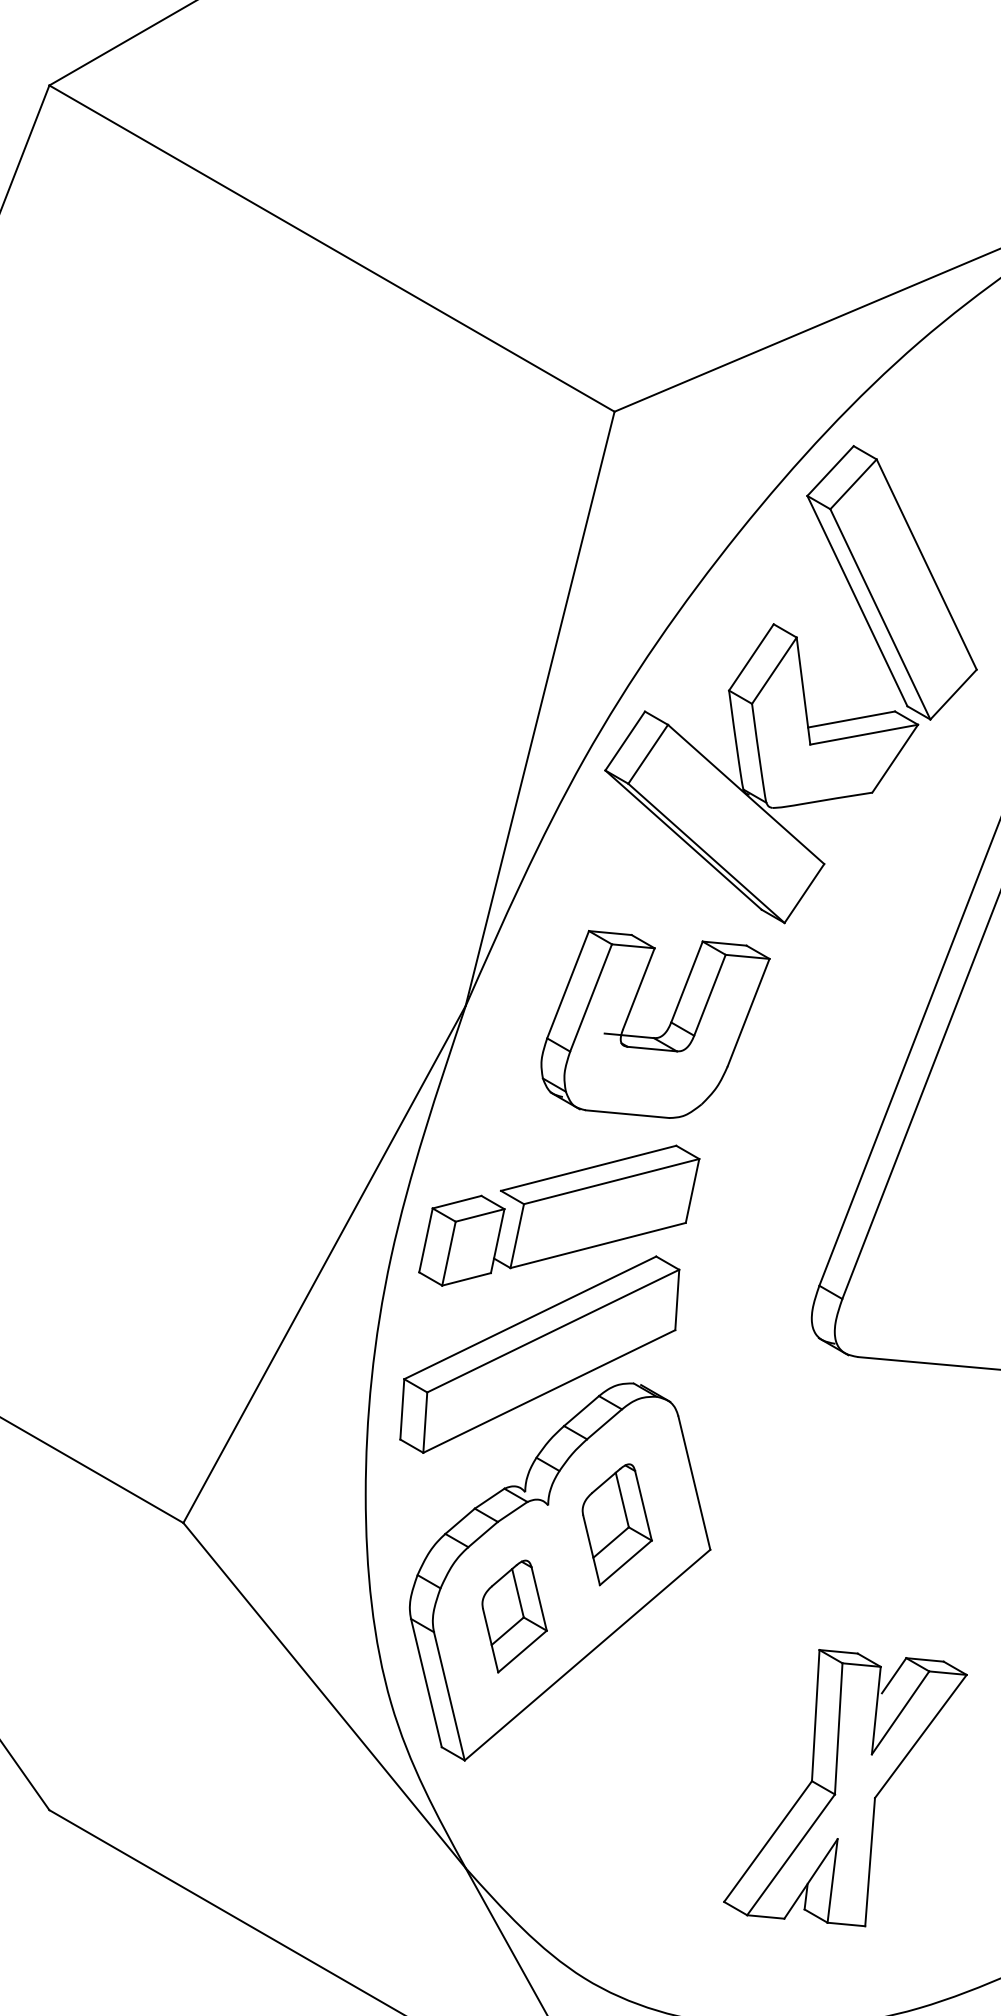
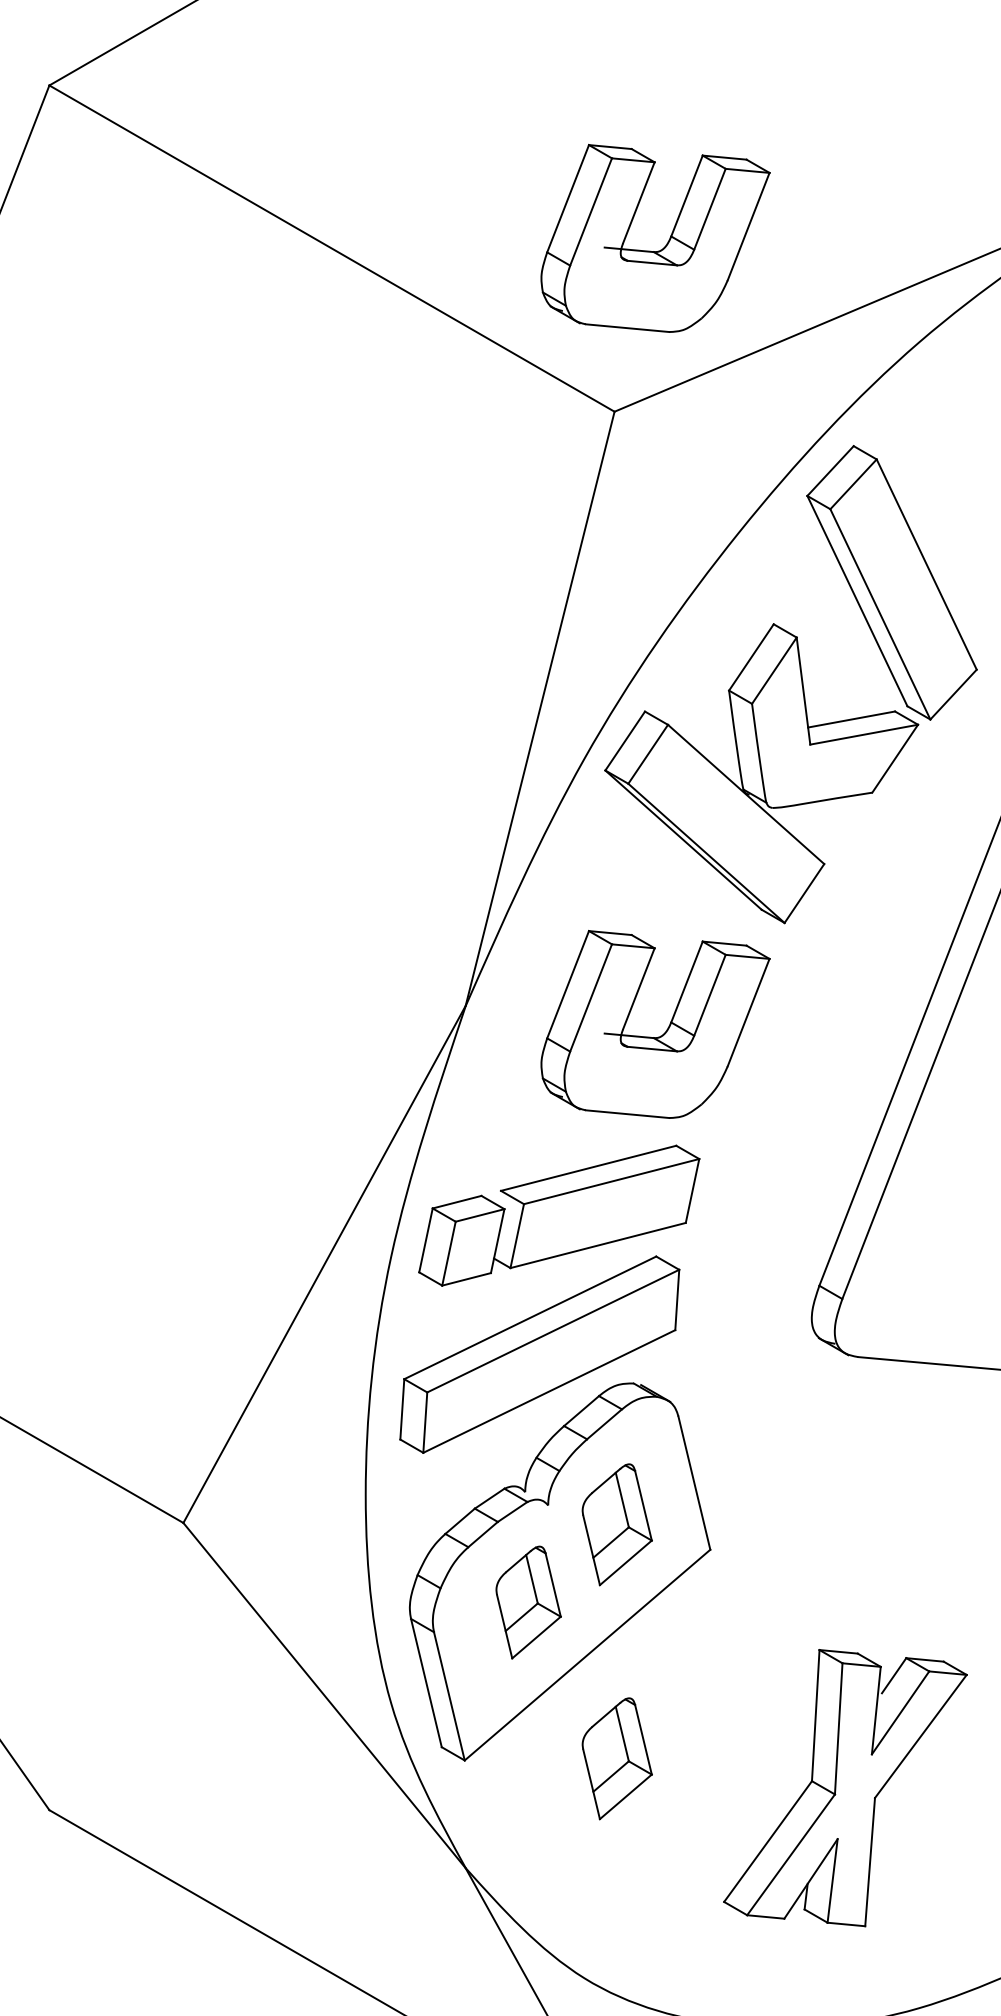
part at (664, 246): none -> present
part at (514, 1616) position: (514, 1616) -> (528, 1602)
part at (616, 1758): none -> present
